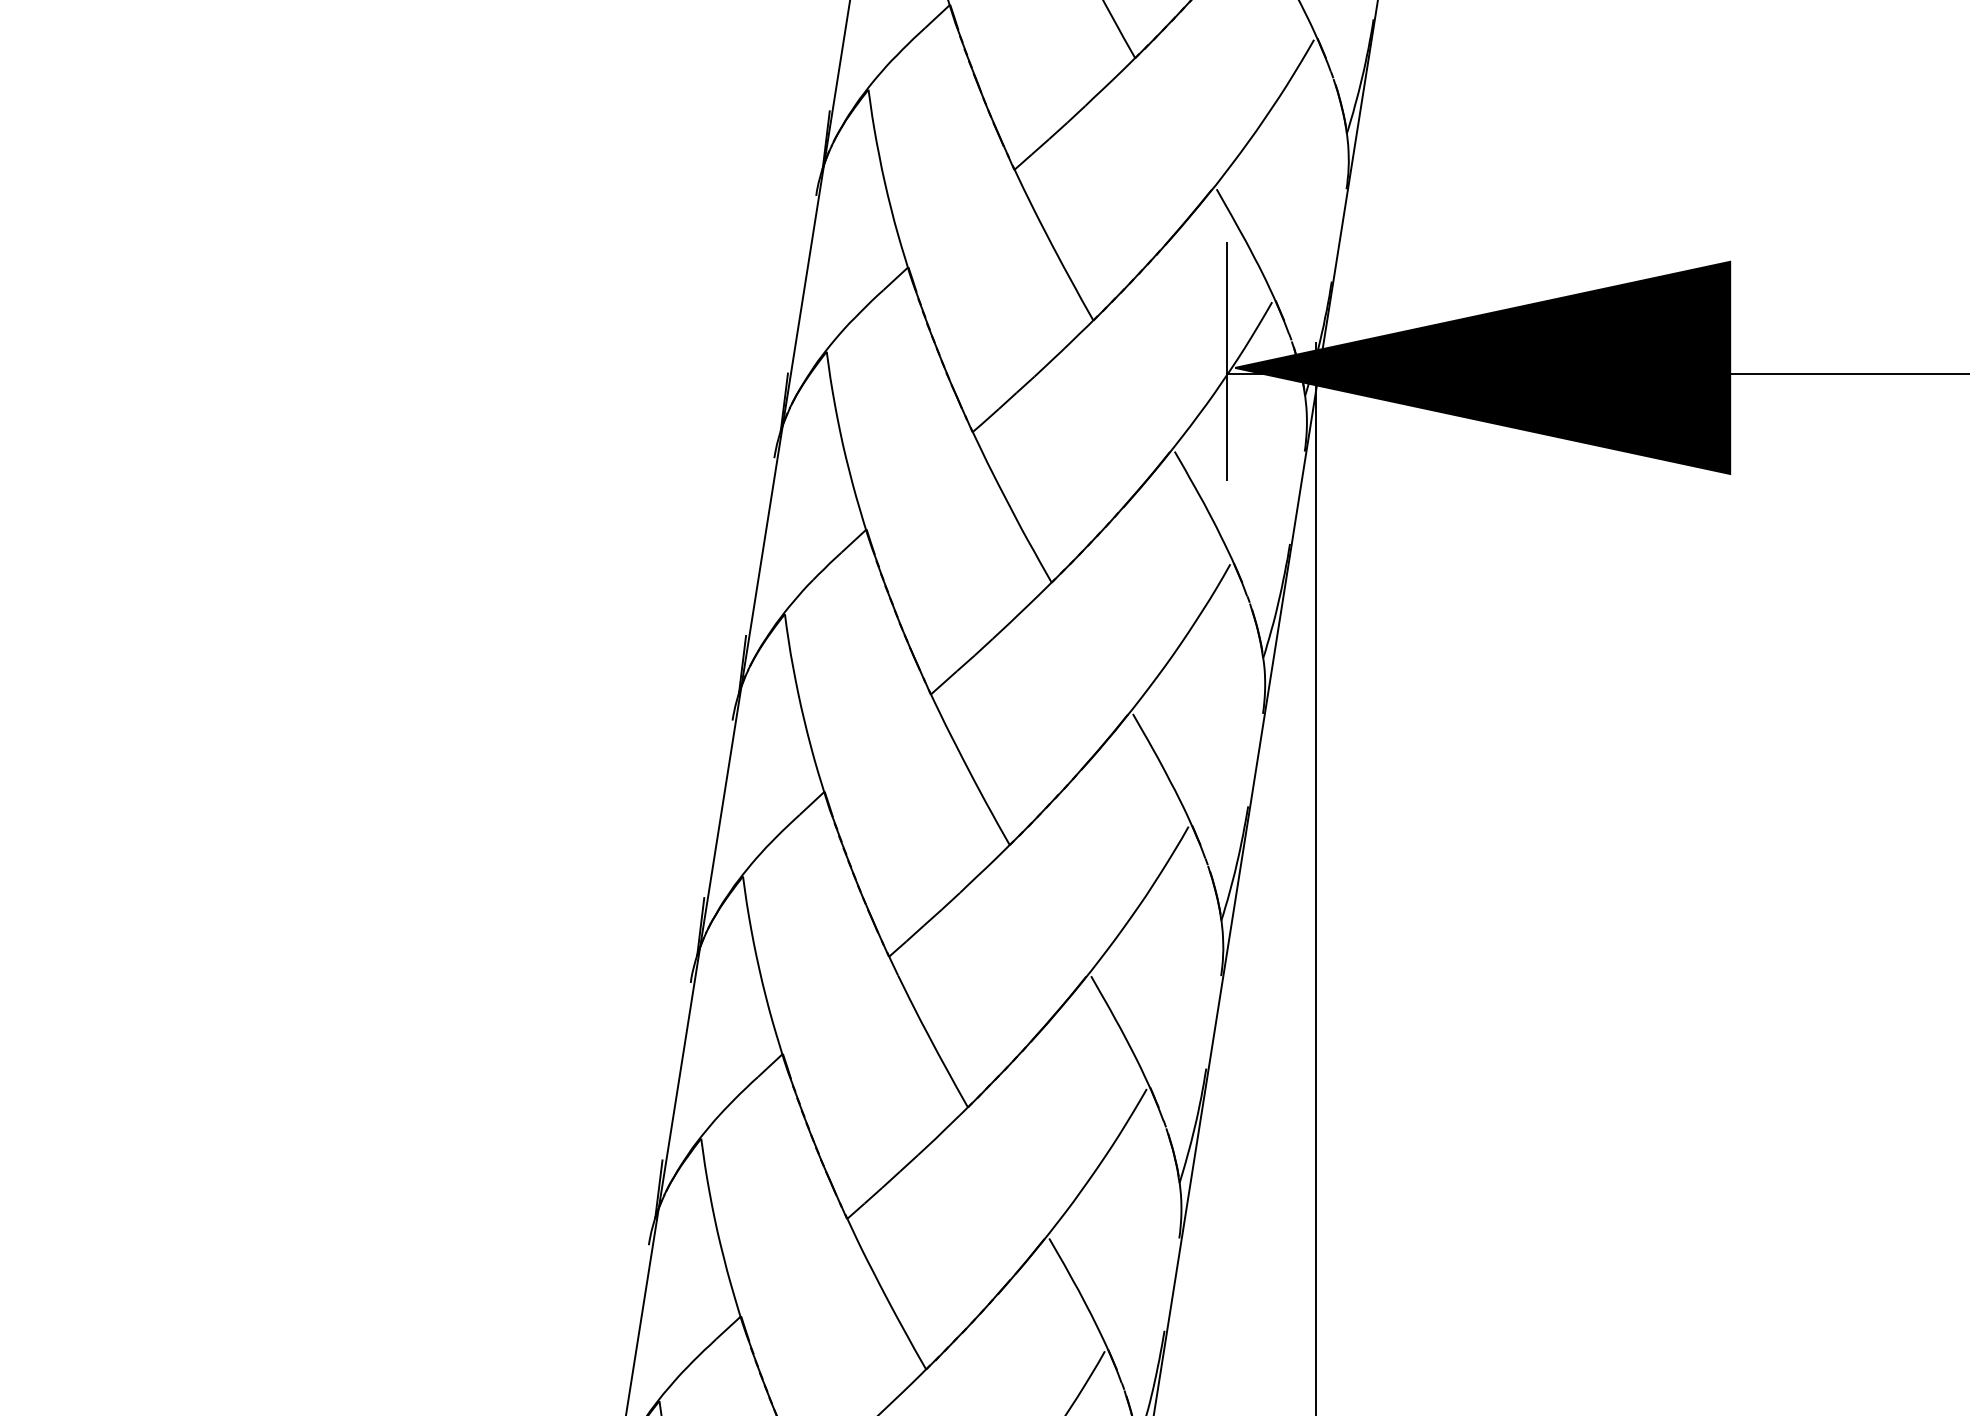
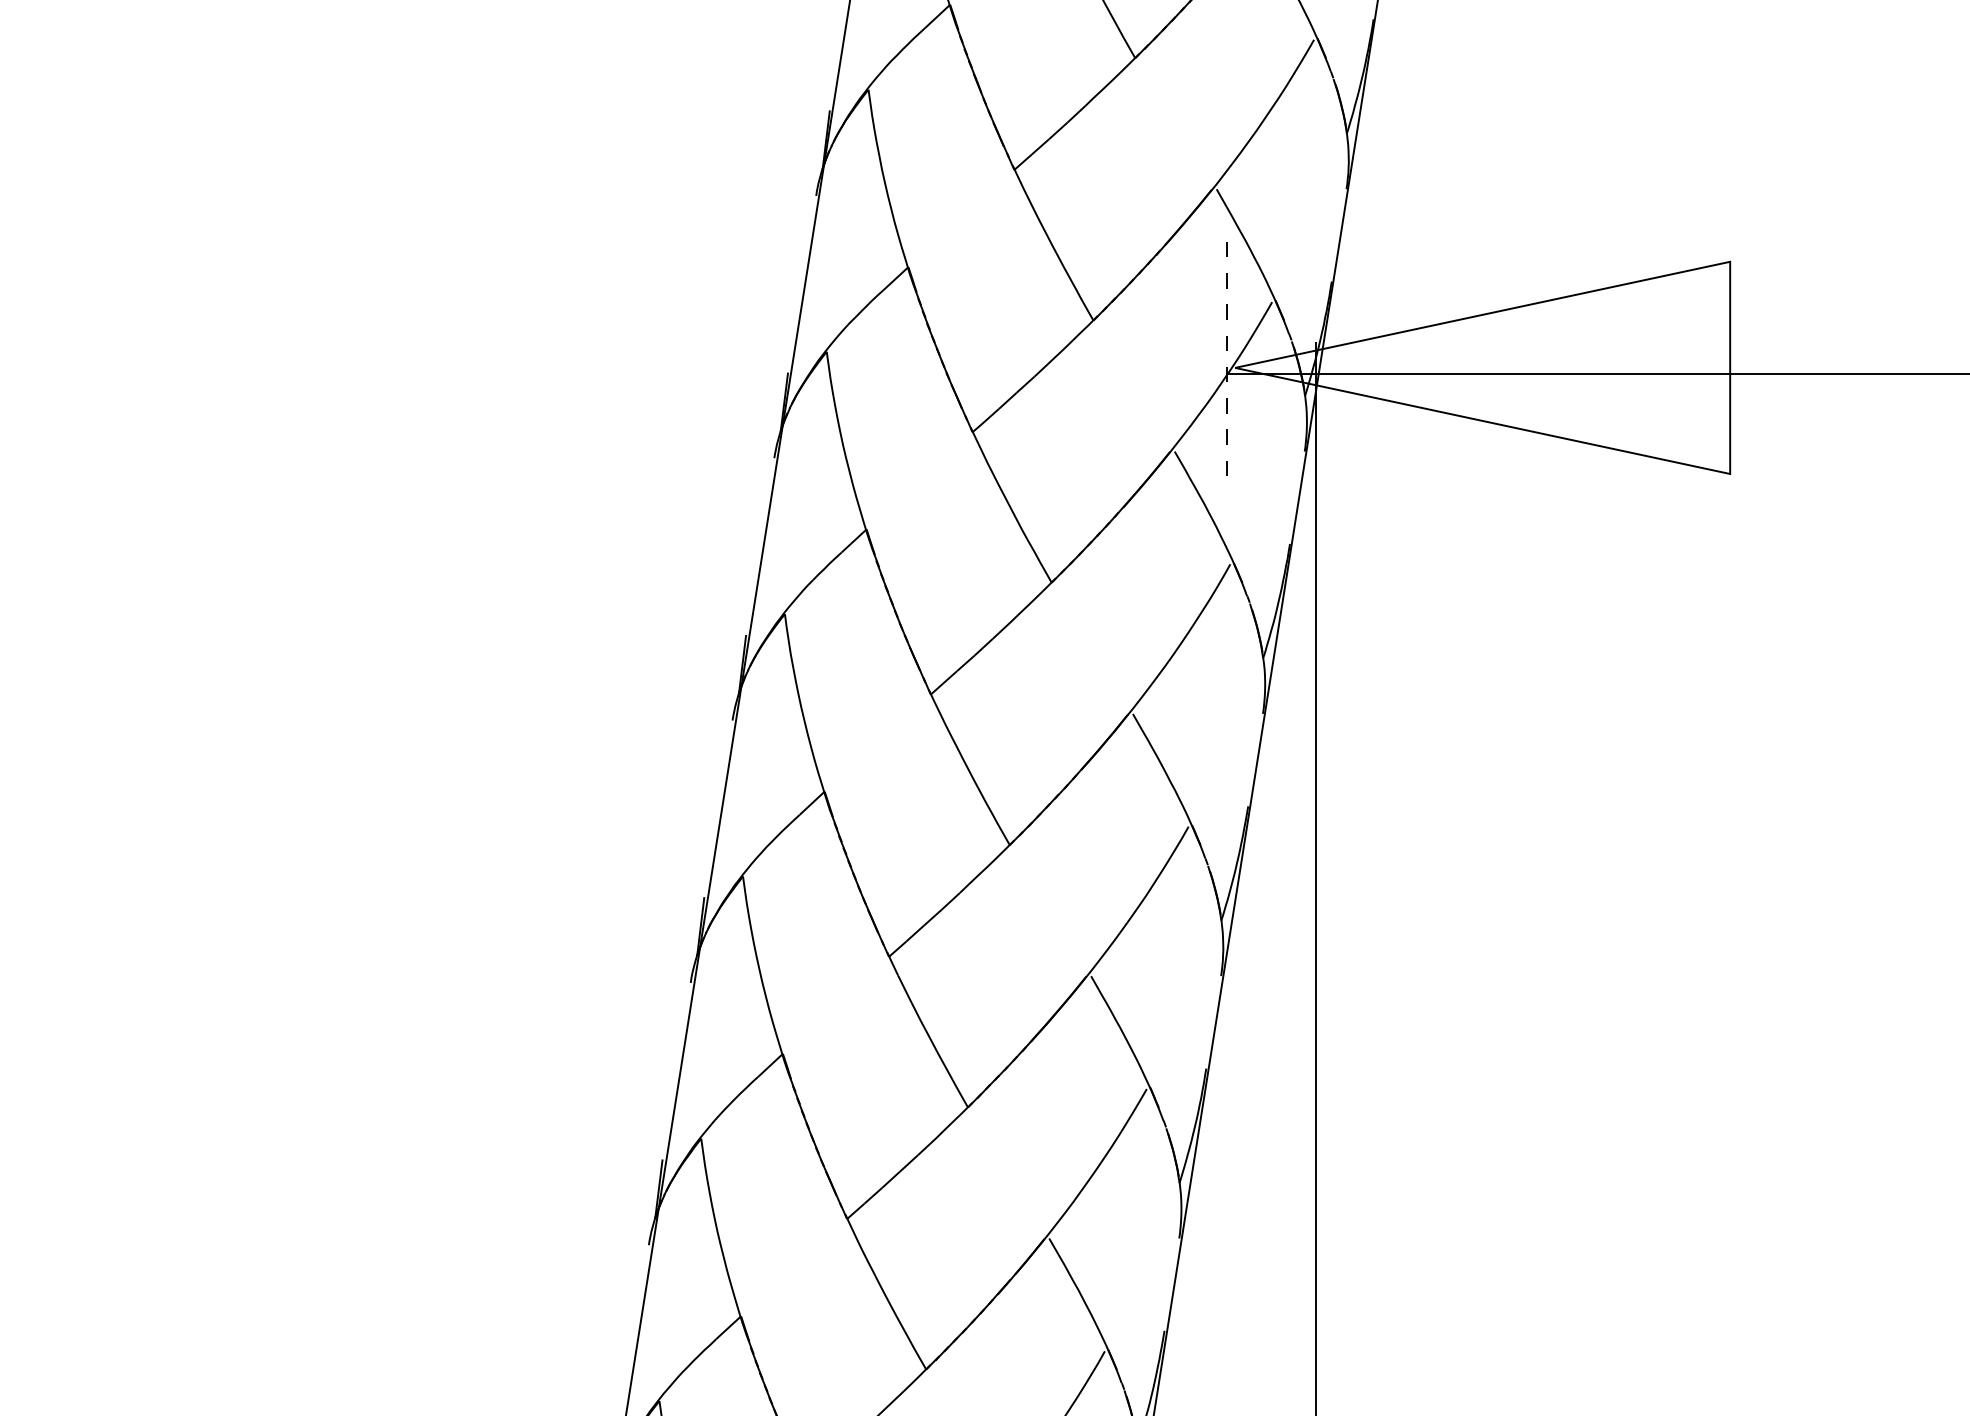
line at (1227, 361): solid -> dashed
fill at (1482, 367): present -> none
